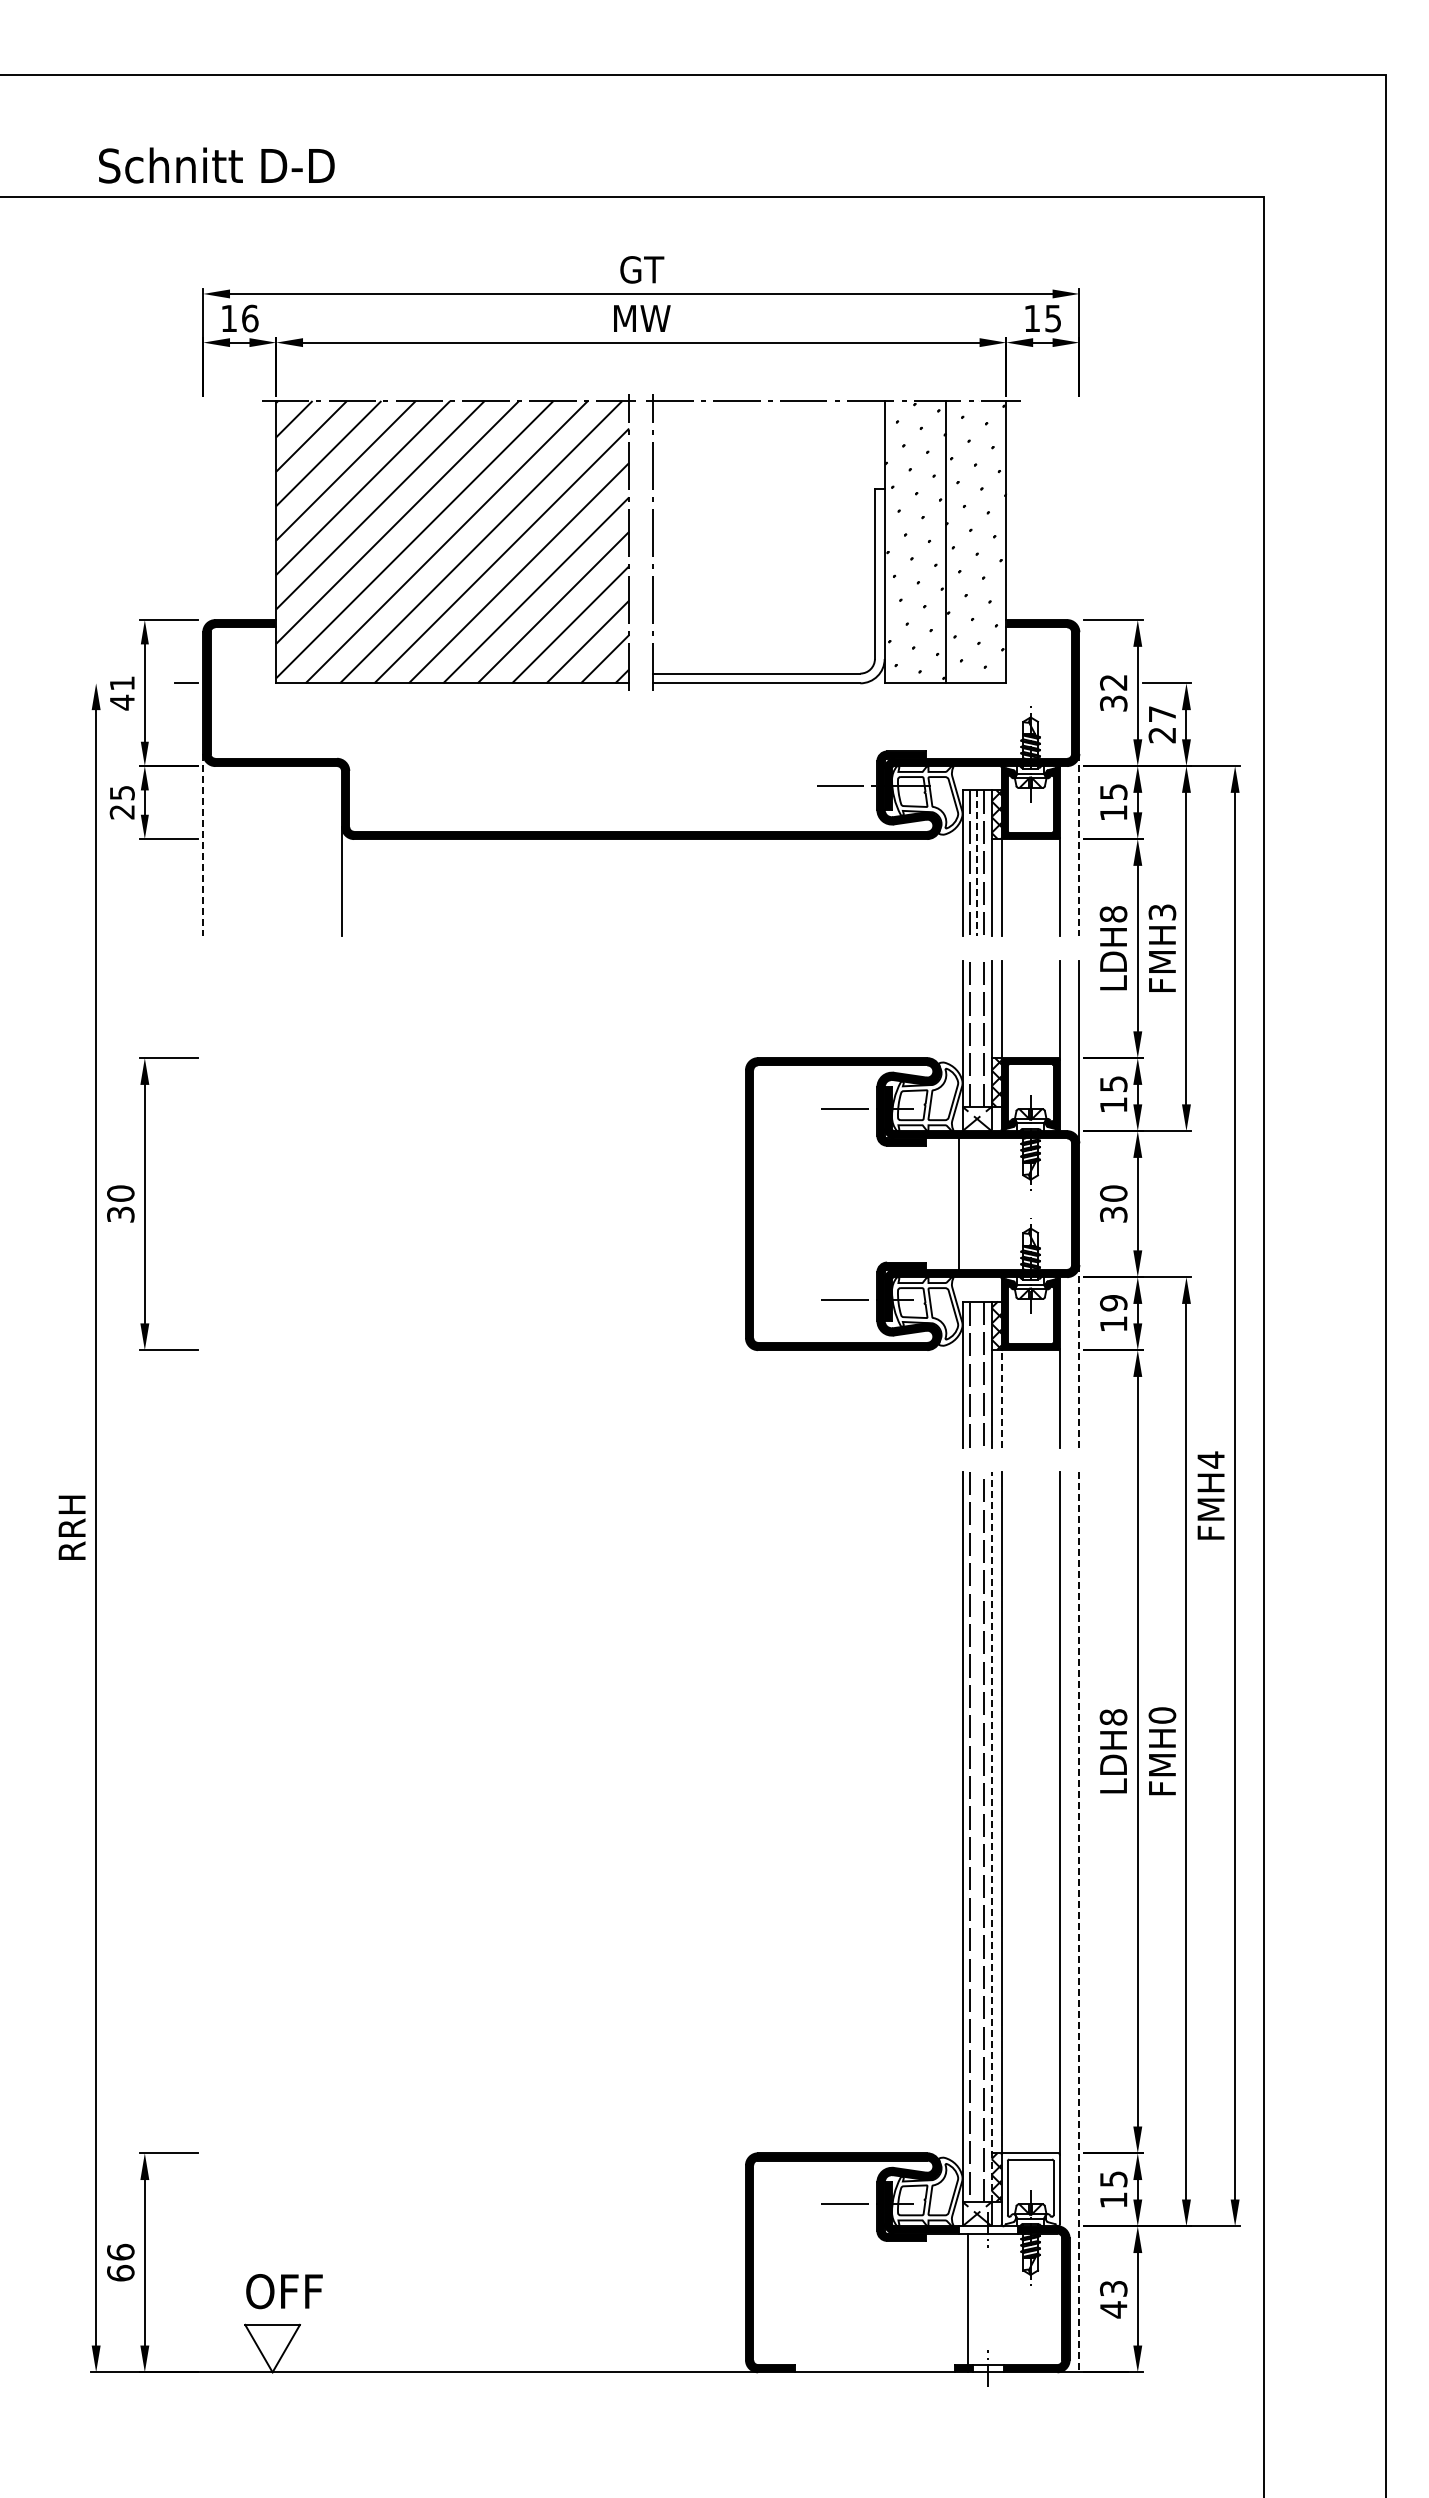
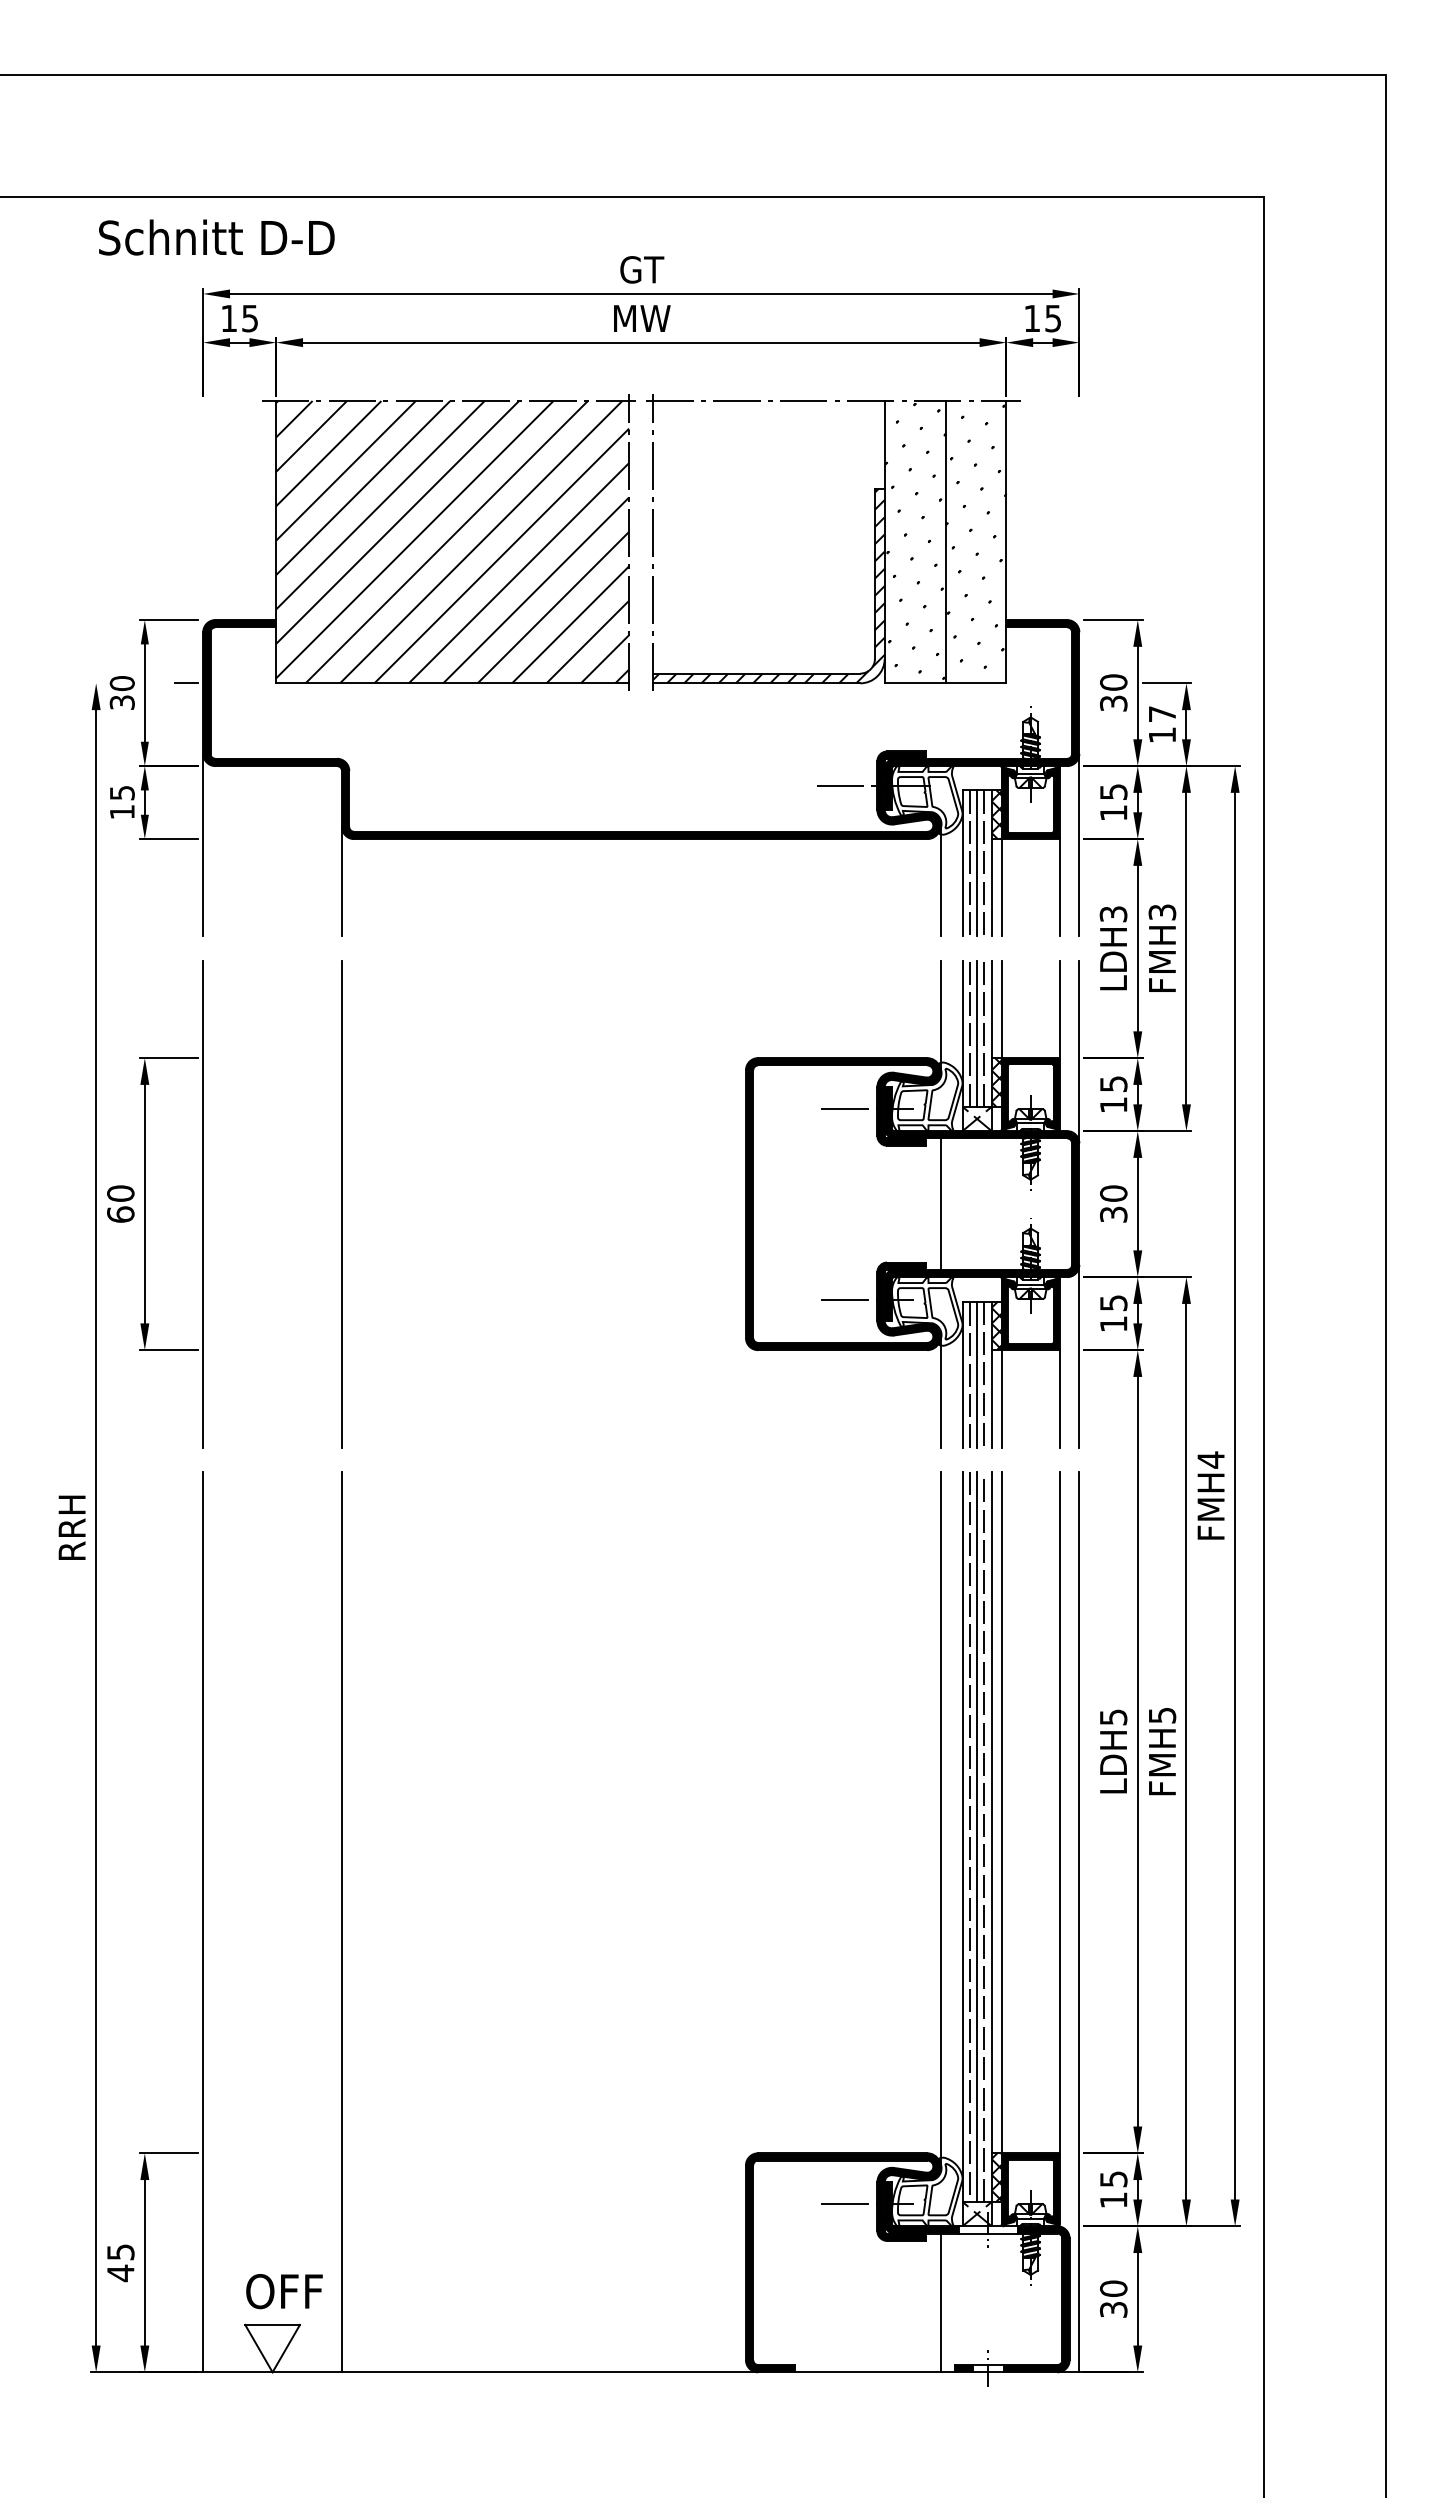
text at (216, 165) position: (216, 165) -> (216, 237)
text at (250, 318): 16 -> 15
hatch at (768, 585): none -> present
text at (1113, 682): 32 -> 30
text at (121, 693): 41 -> 30
text at (1161, 735): 27 -> 17
text at (121, 812): 25 -> 15
line at (203, 845): dashed -> solid
line at (1079, 845): dashed -> solid
line at (977, 863): dashed -> solid
line at (940, 880): none -> present
text at (1113, 914): LDH8 -> LDH3
line at (940, 1015): none -> present
line at (977, 1033): none -> present
line at (203, 1203): none -> present
line at (958, 1203) position: (958, 1203) -> (940, 1203)
line at (341, 1204): none -> present
text at (120, 1214): 30 -> 60
text at (1113, 1303): 19 -> 15
line at (1079, 1355): dashed -> solid
line at (977, 1374): none -> present
line at (940, 1392): none -> present
line at (1001, 1398): dashed -> solid
text at (1162, 1715): FMH0 -> FMH5
text at (1113, 1717): LDH8 -> LDH5
line at (940, 1818): none -> present
line at (977, 1836): none -> present
line at (991, 1836): dashed -> solid
line at (203, 1921): none -> present
line at (341, 1921): none -> present
line at (1079, 1922): dashed -> solid
fill at (1030, 2189): none -> present
text at (120, 2262): 66 -> 45
text at (1113, 2299): 43 -> 30
line at (967, 2302) position: (967, 2302) -> (940, 2302)
